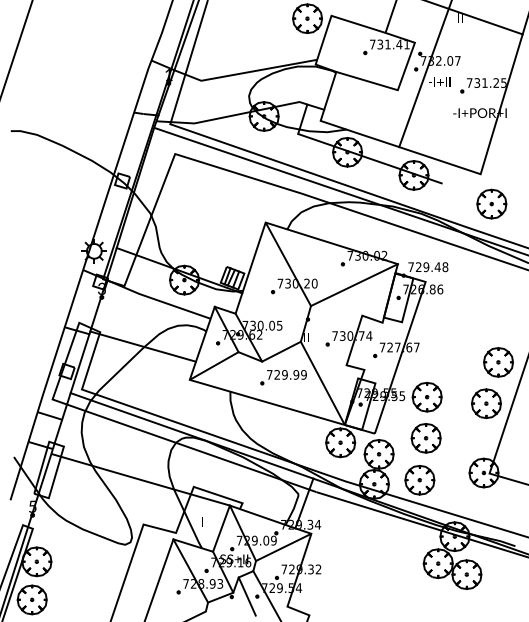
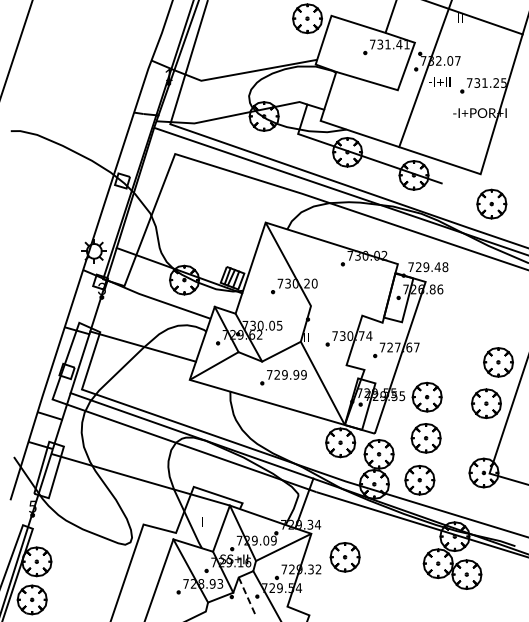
line at (354, 285): present -> none
part at (344, 557): none -> present
line at (247, 596): solid -> dashed
